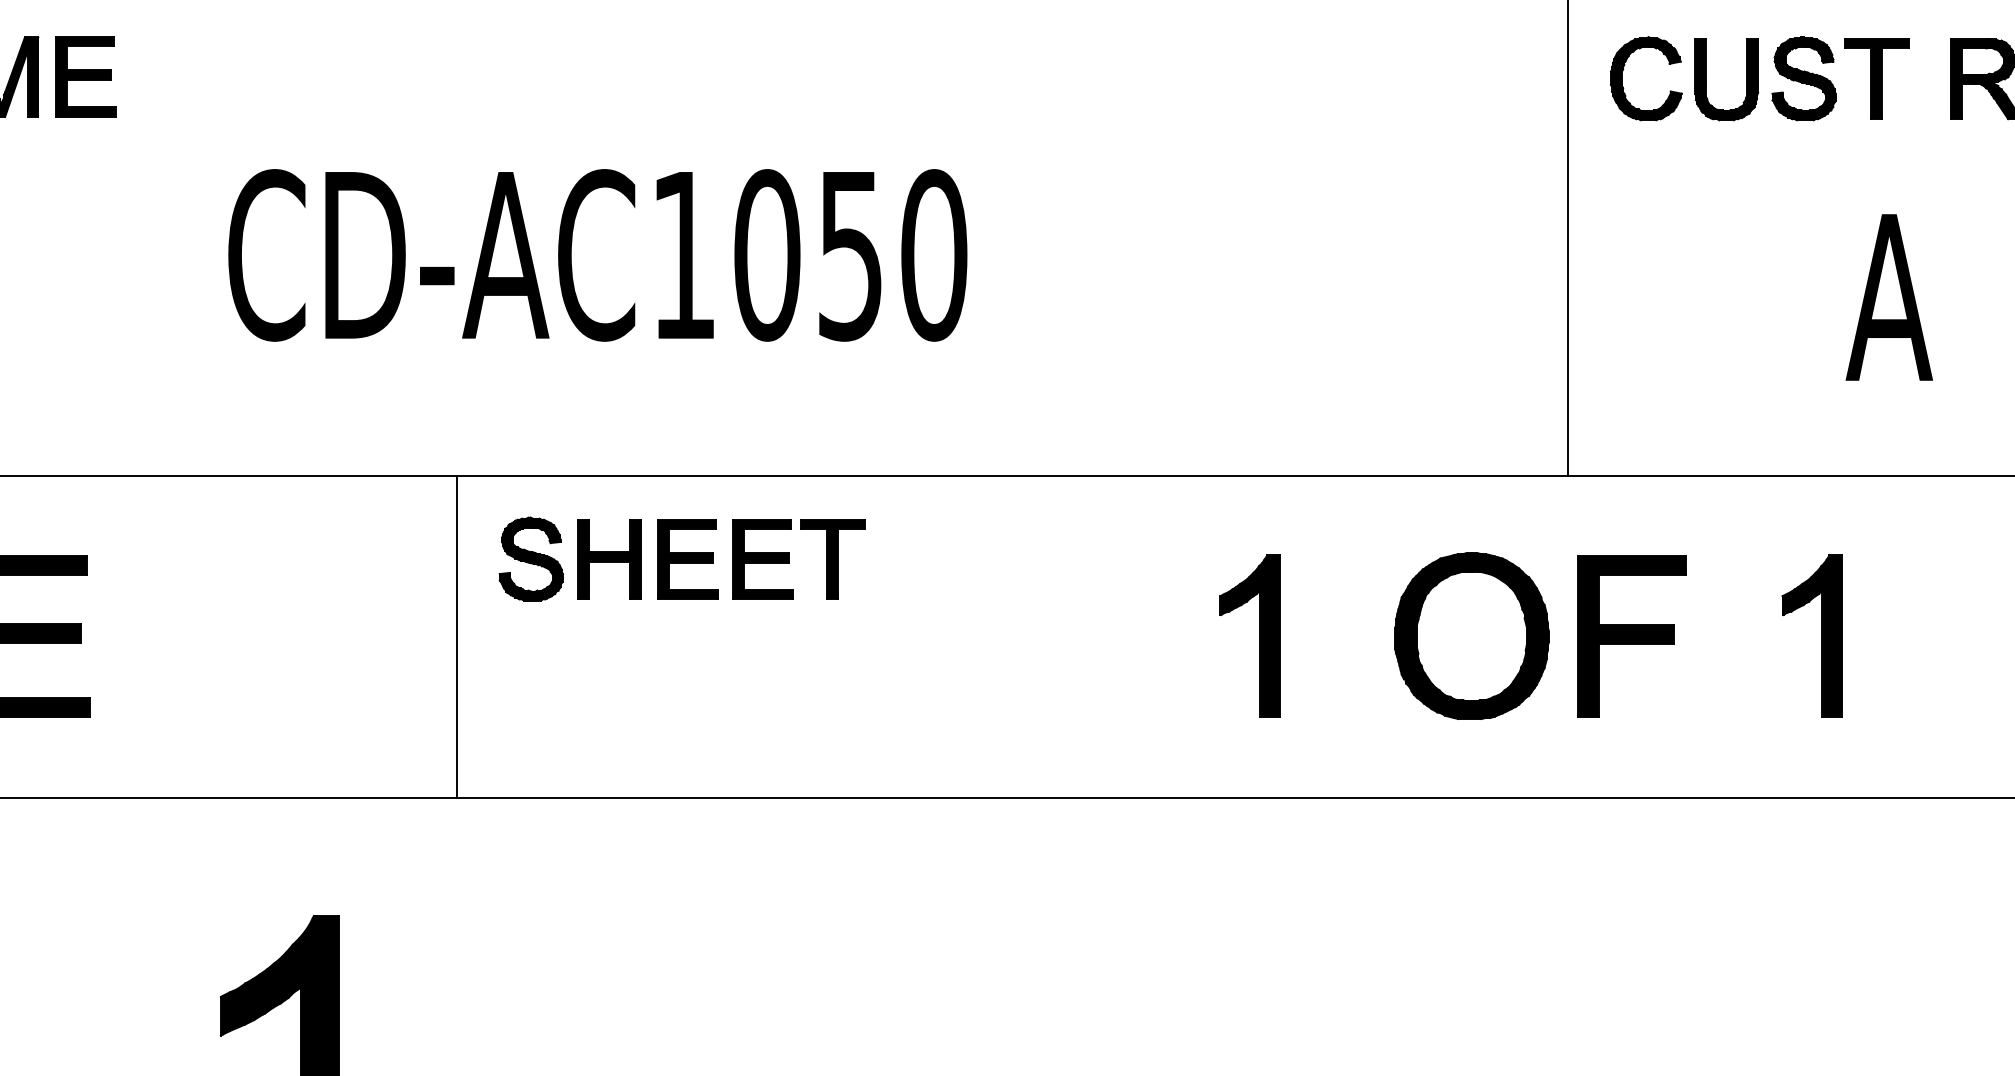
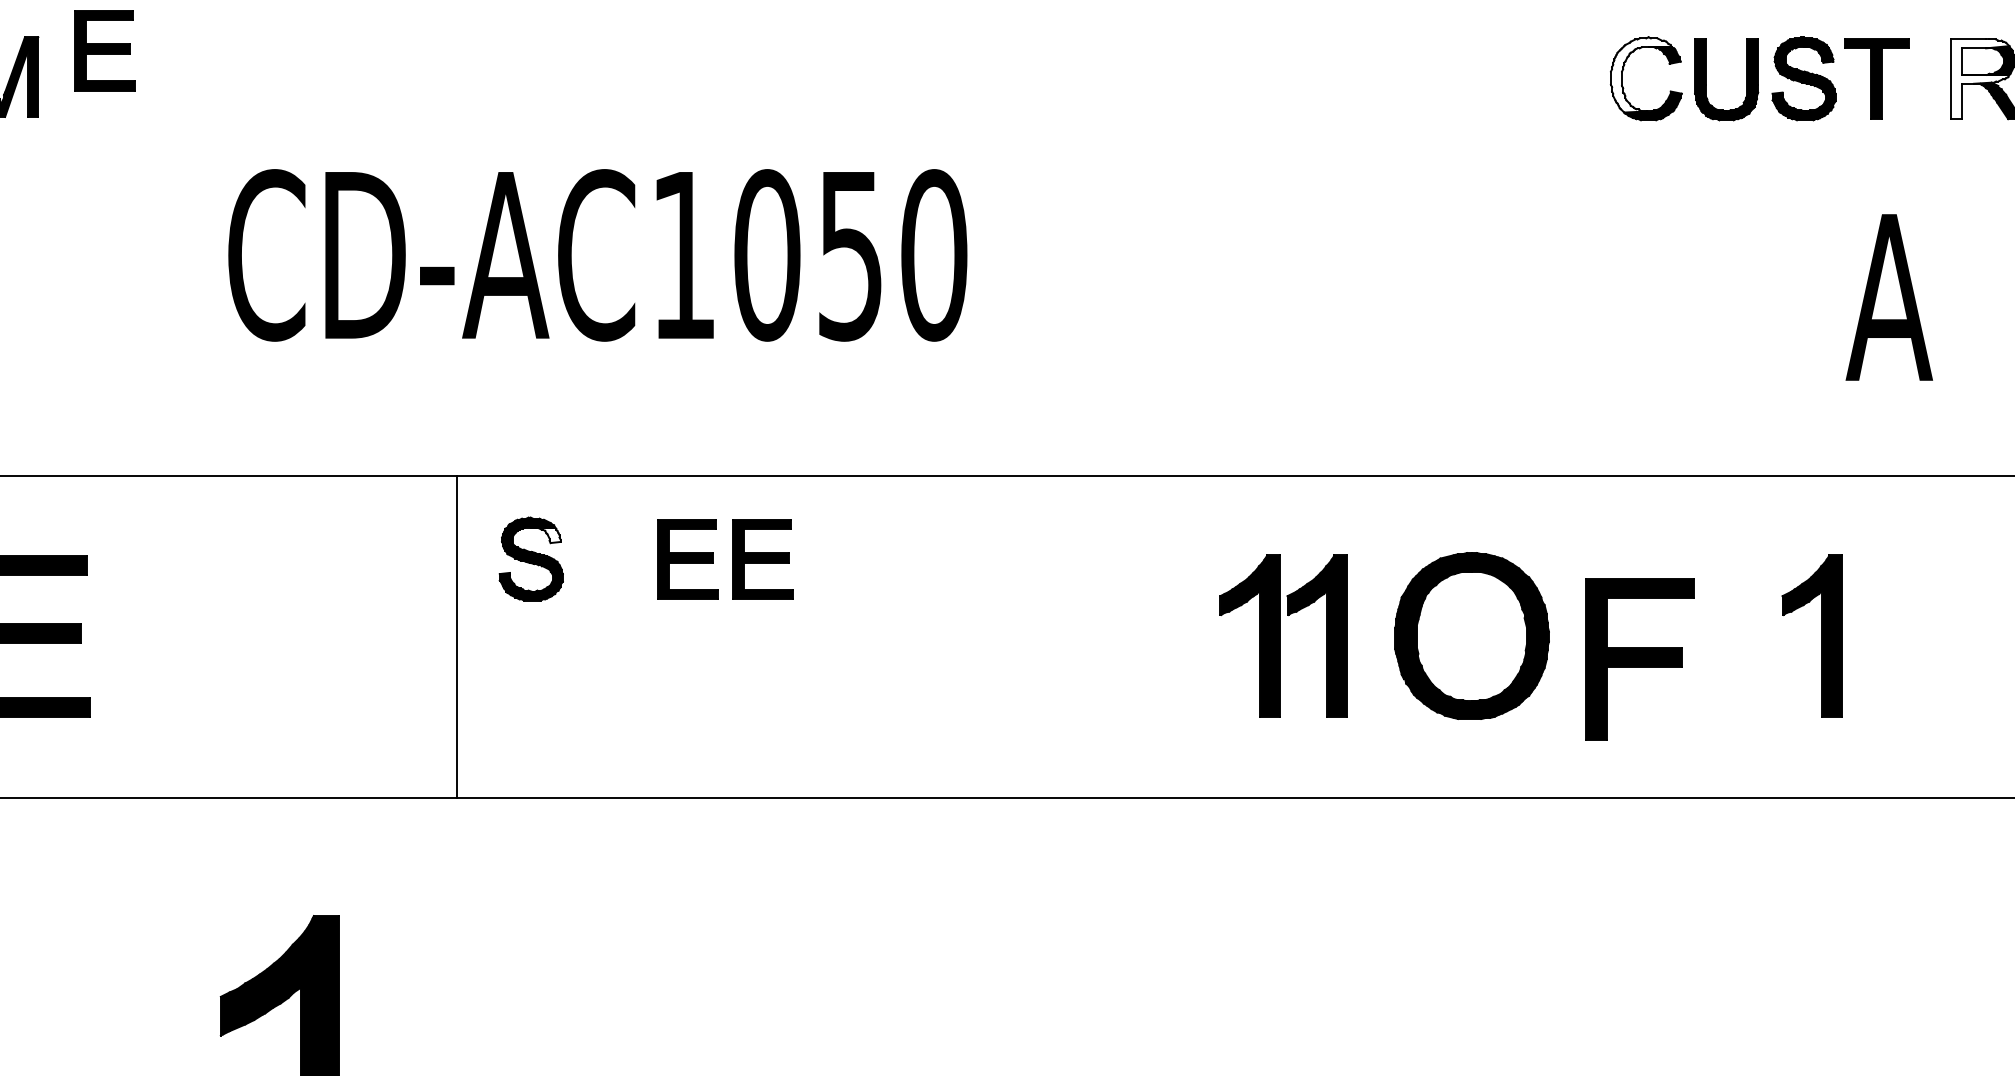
fill at (1640, 74): present -> none
part at (85, 76) position: (85, 76) -> (104, 50)
fill at (1979, 79): present -> none
line at (1567, 238): present -> none
fill at (548, 535): present -> none
part at (609, 559): present -> none
part at (832, 559): present -> none
part at (1326, 635): none -> present
part at (1631, 636) position: (1631, 636) -> (1639, 659)
